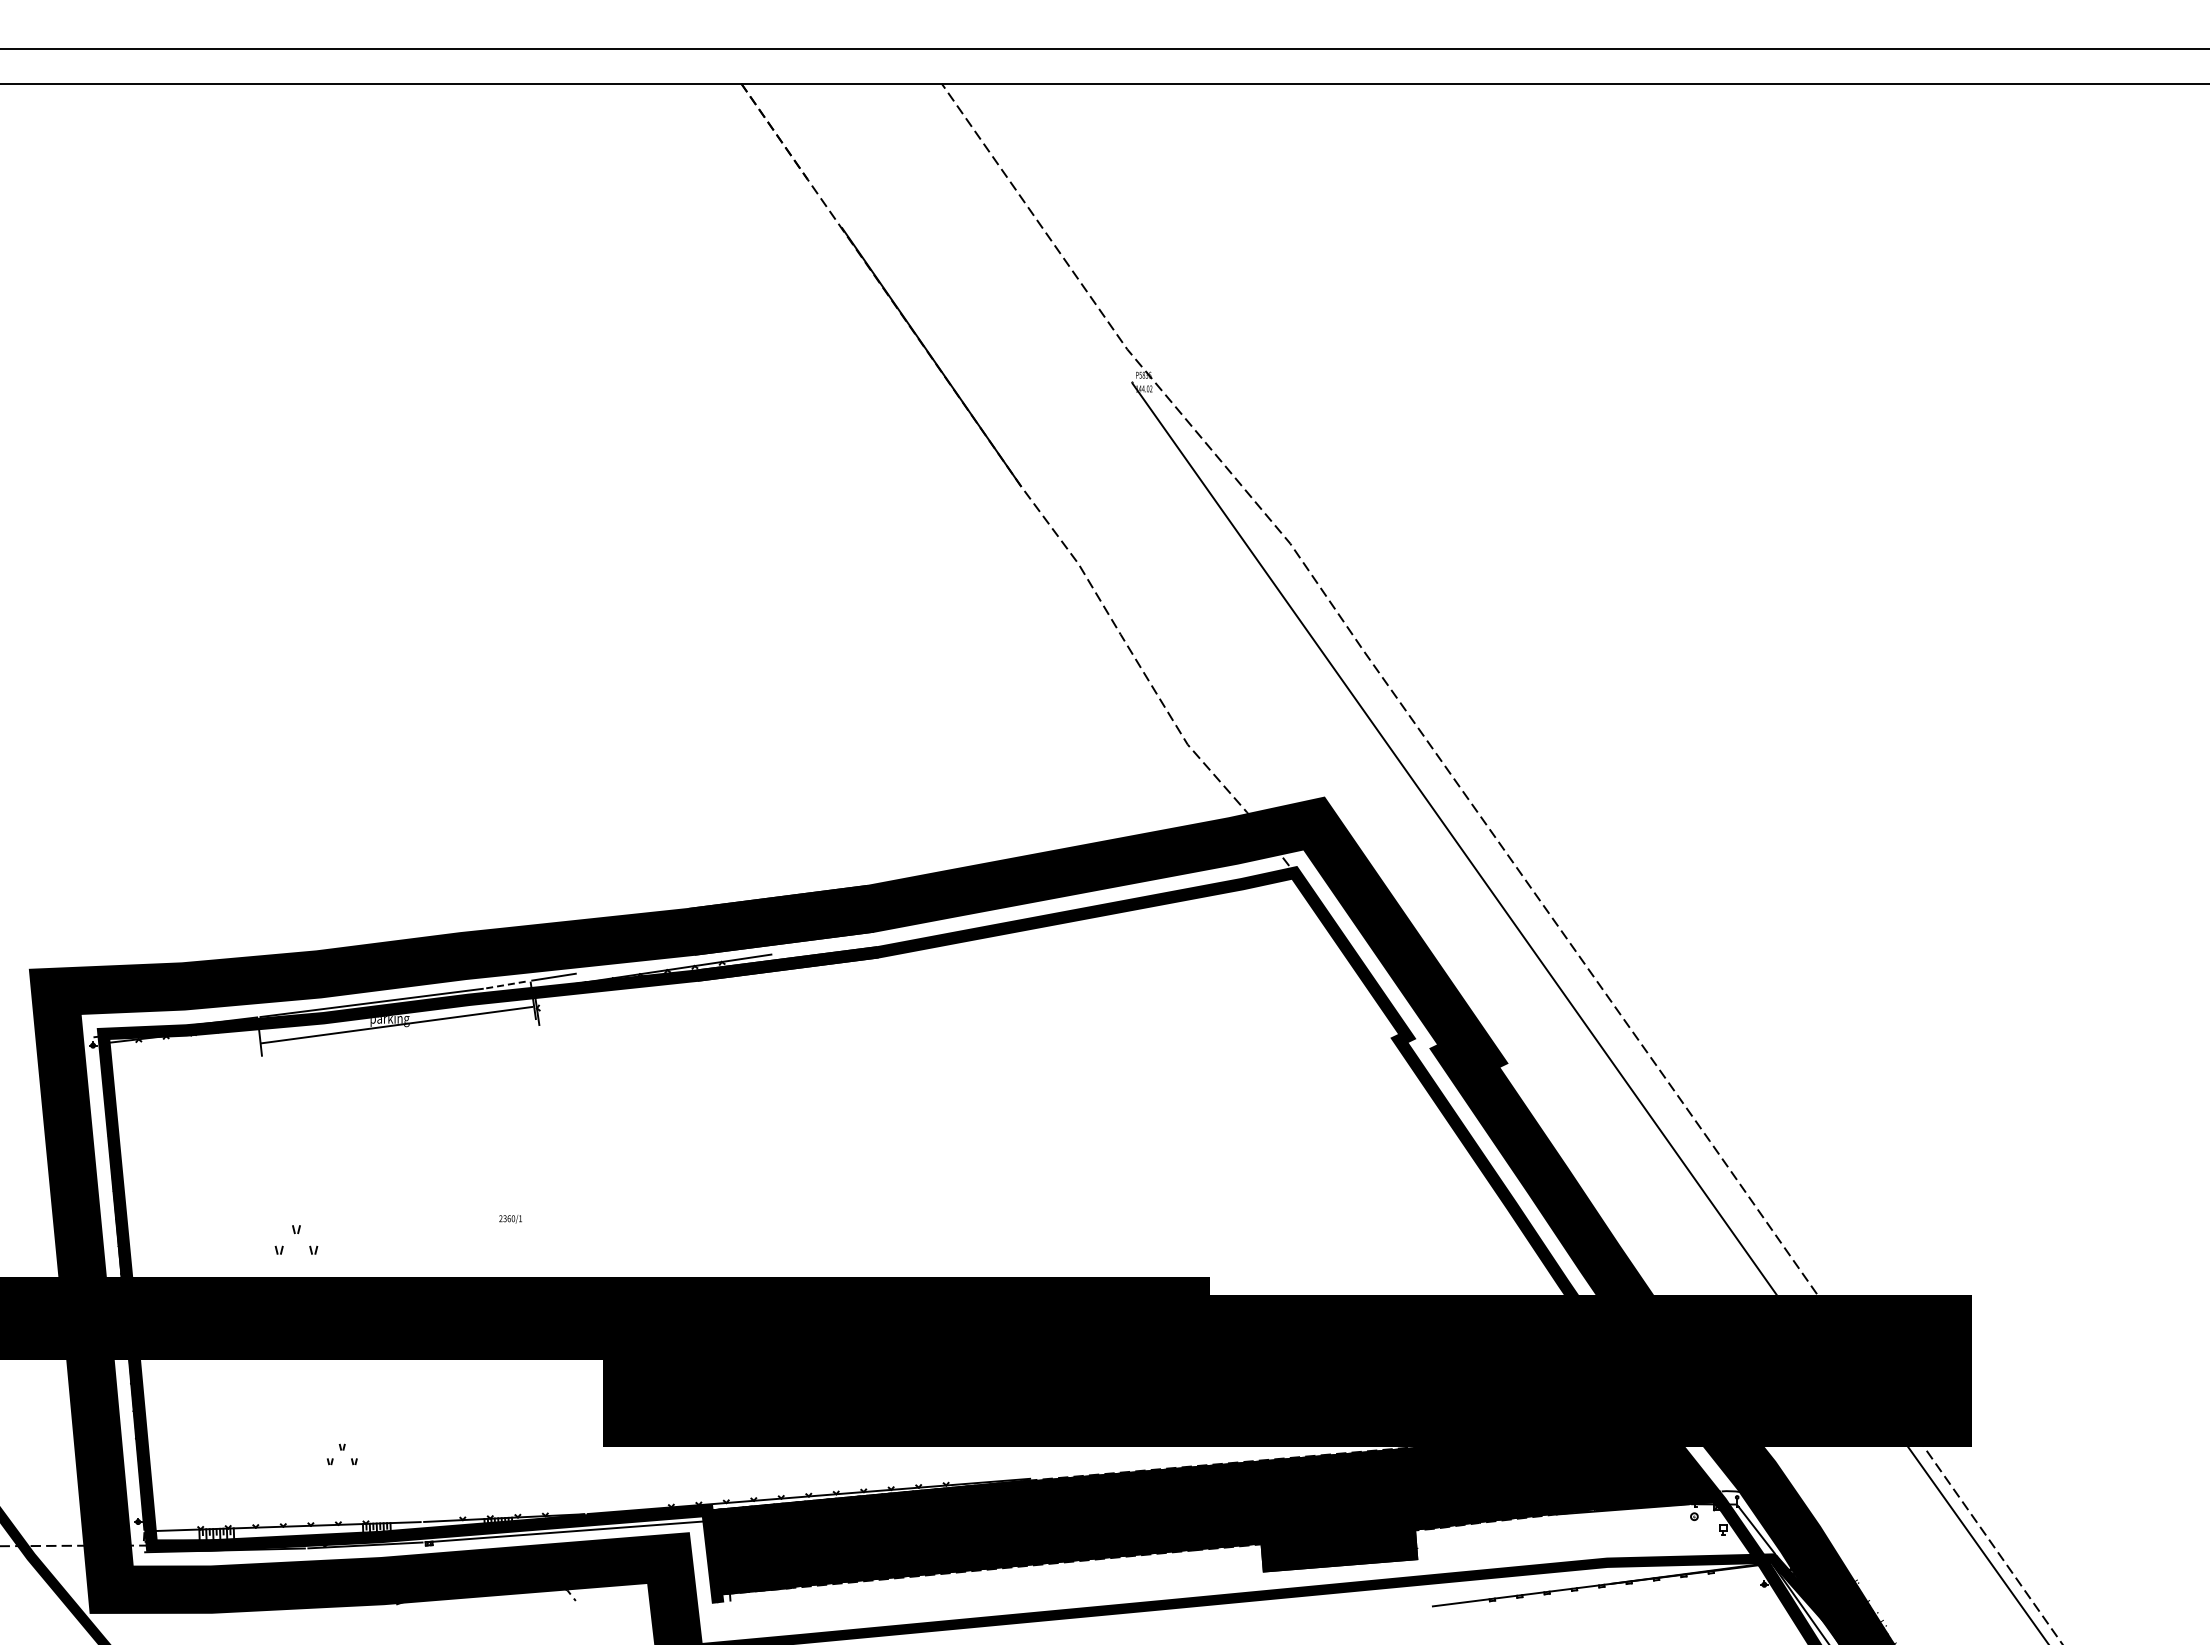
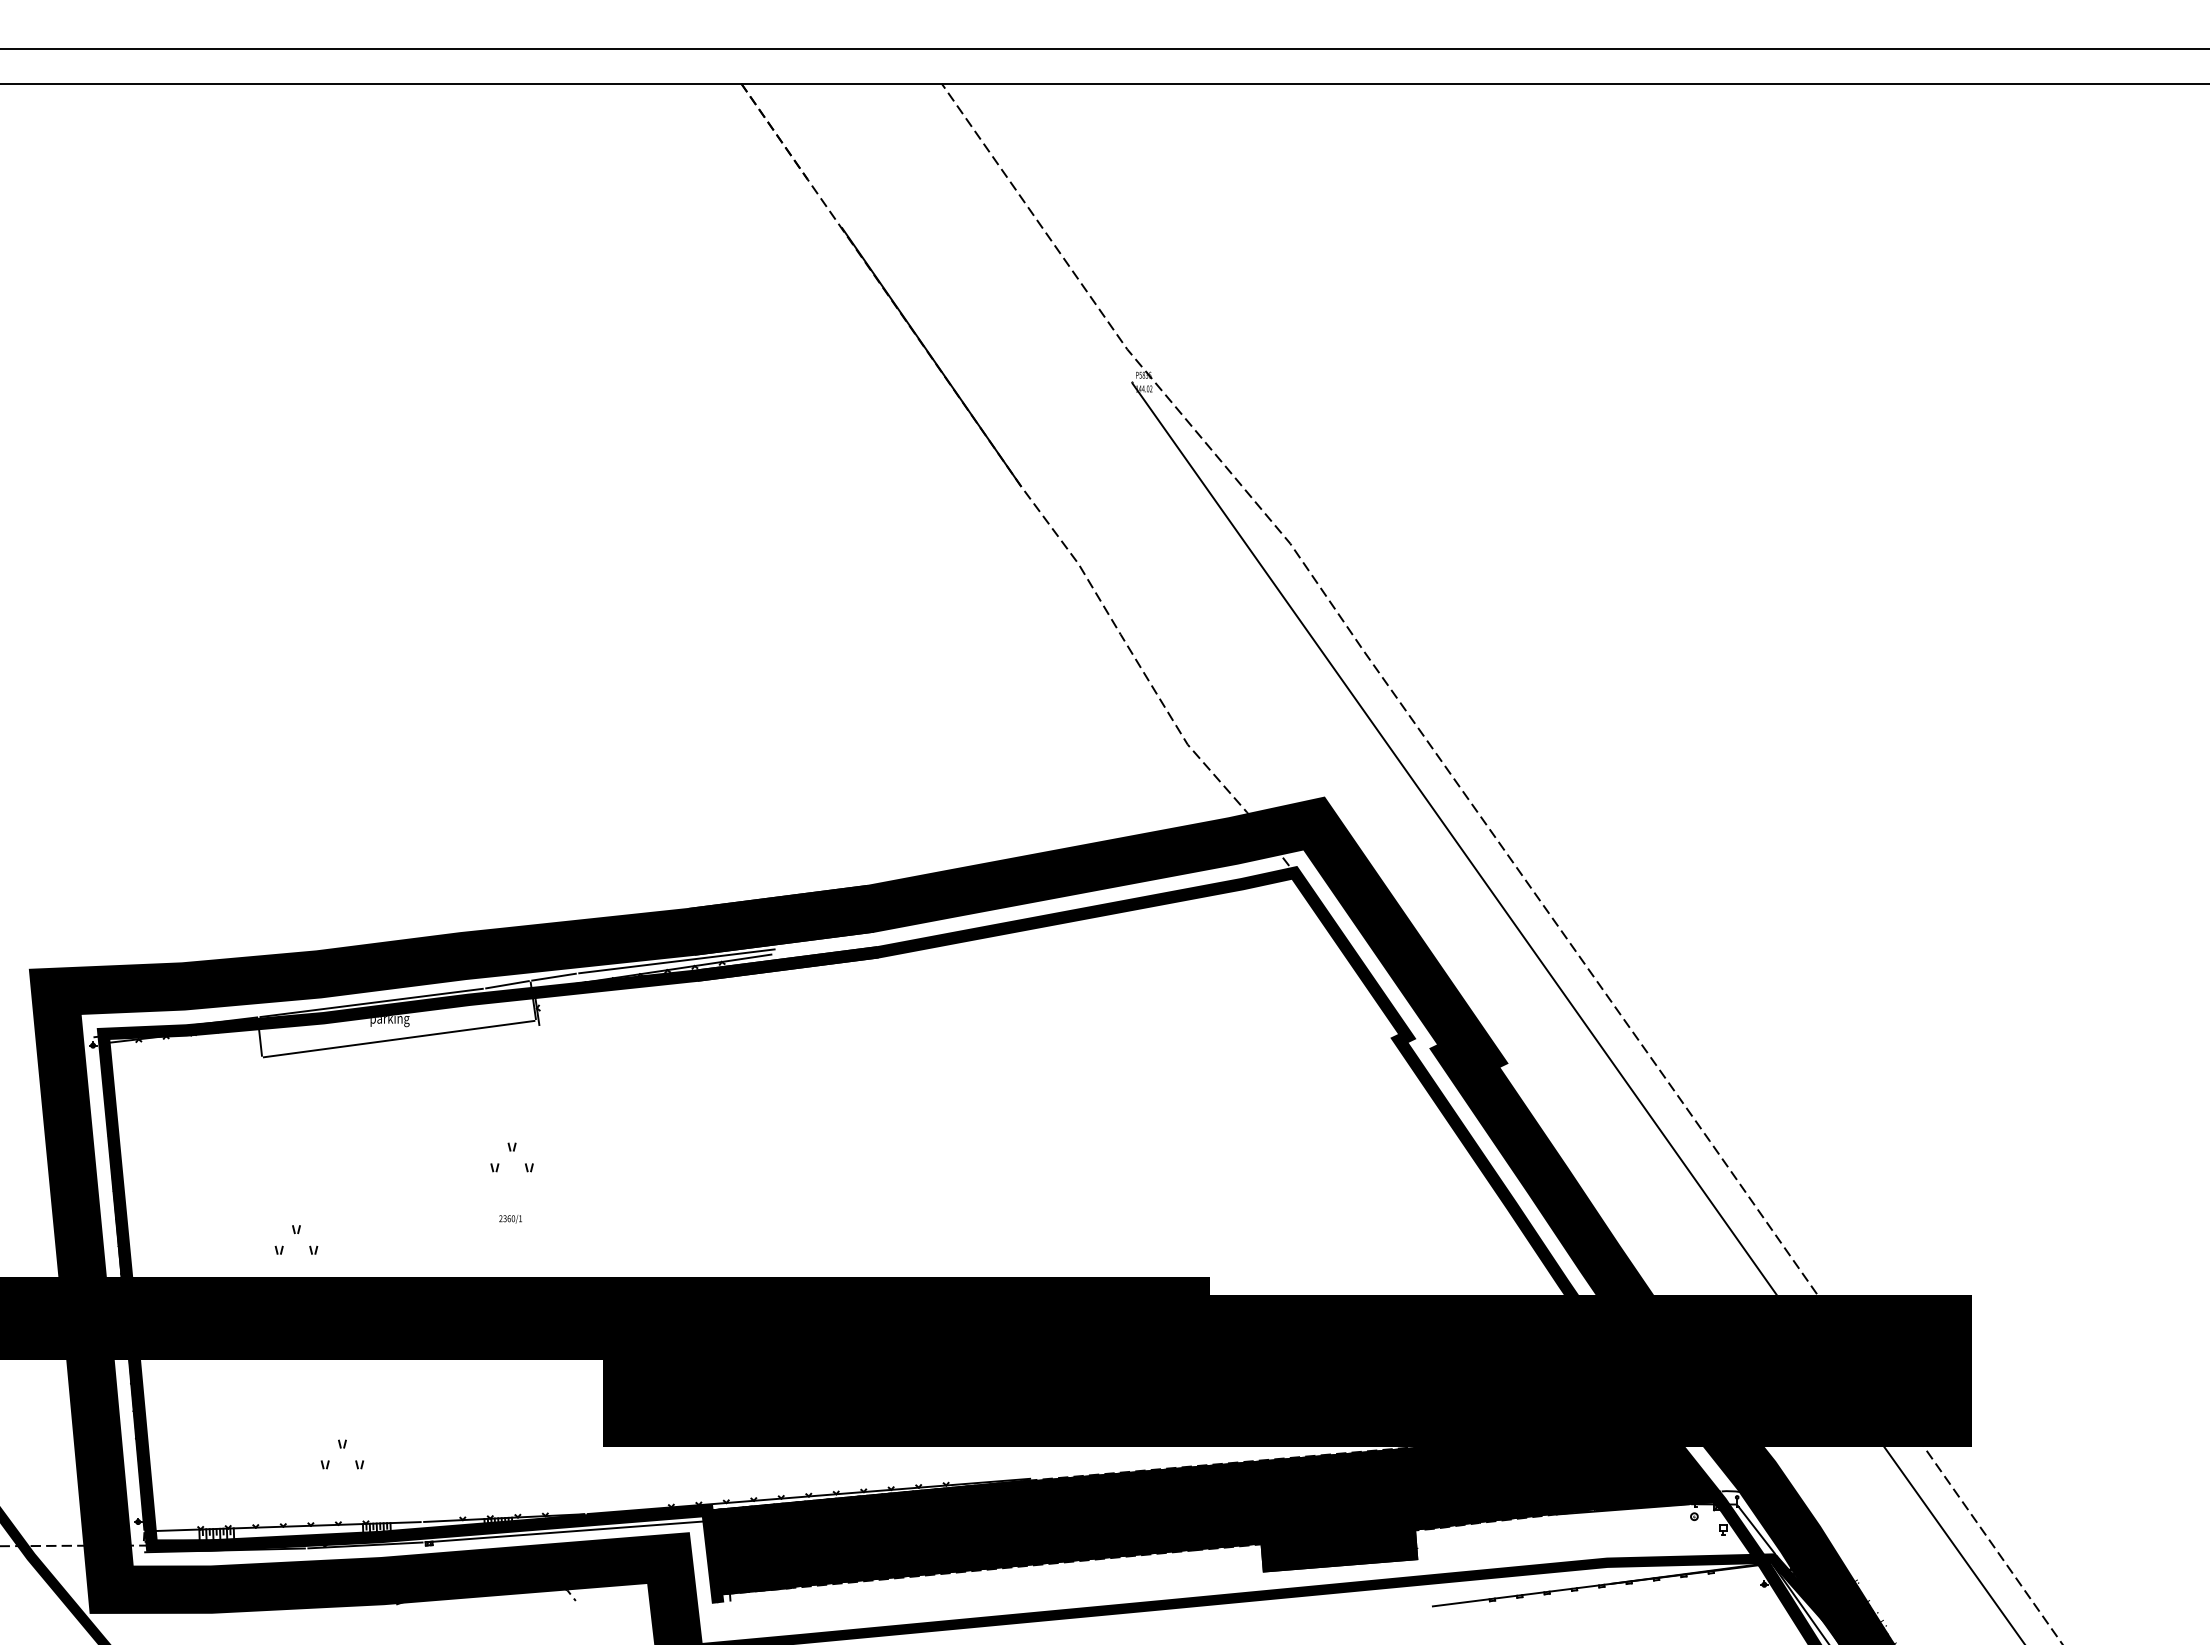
line at (676, 961): none -> present
line at (507, 984): dashed -> solid
line at (396, 1024) position: (396, 1024) -> (398, 1038)
part at (511, 1157): none -> present
part at (342, 1454) size: 31x23 px -> 44x31 px
line at (1969, 1532) position: (1969, 1532) -> (1949, 1538)
